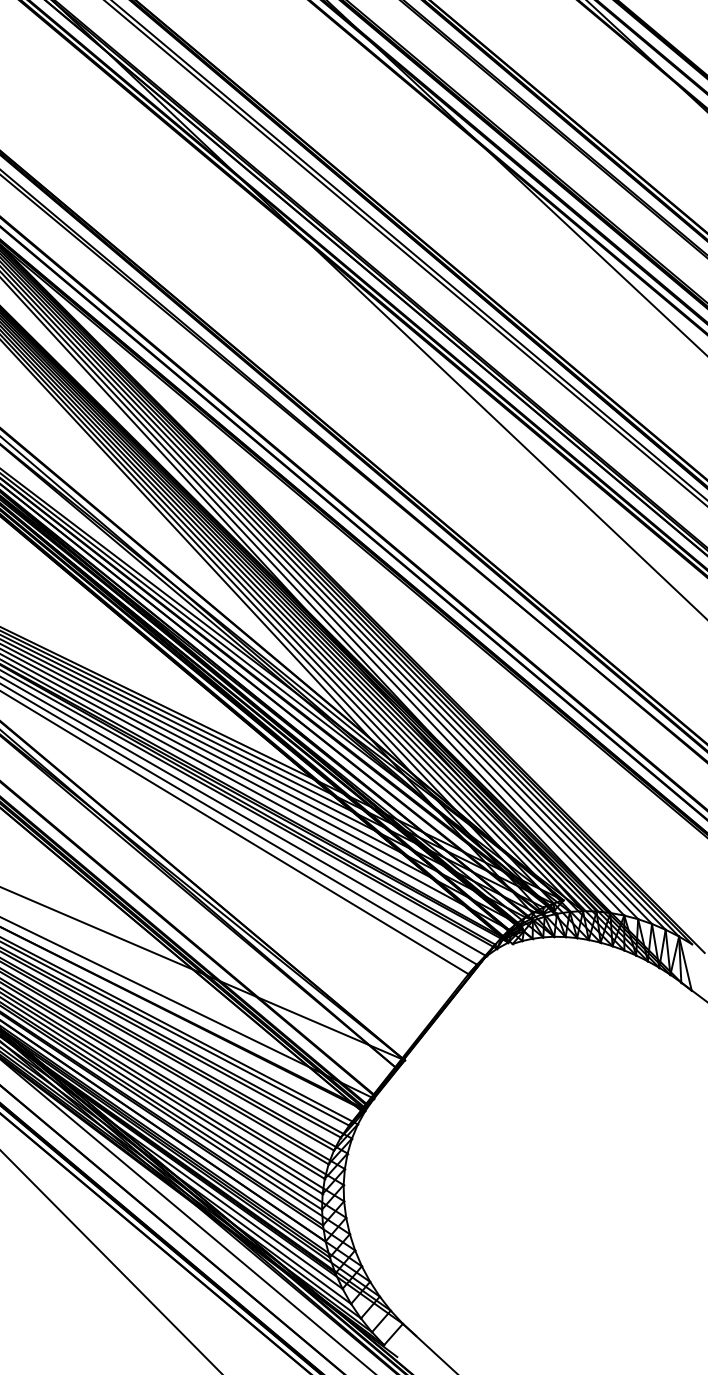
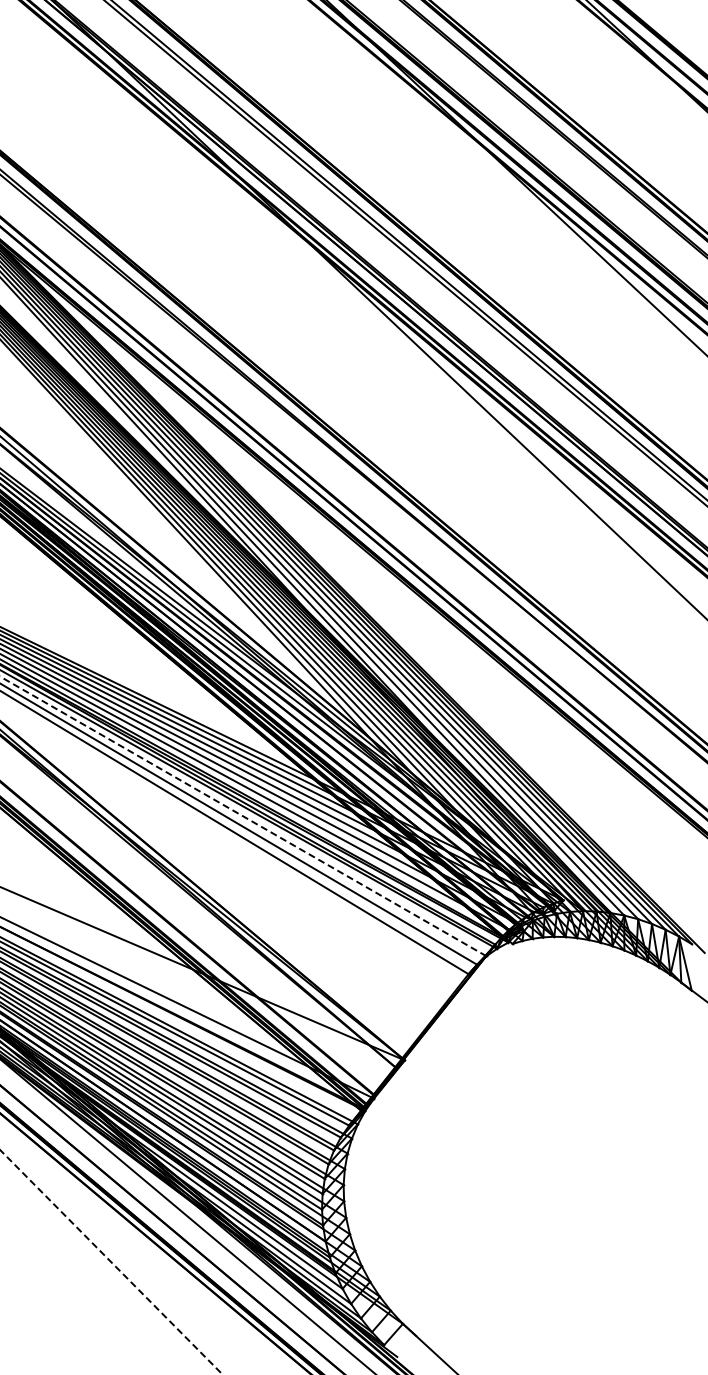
line at (243, 816): solid -> dashed
line at (111, 1262): solid -> dashed
